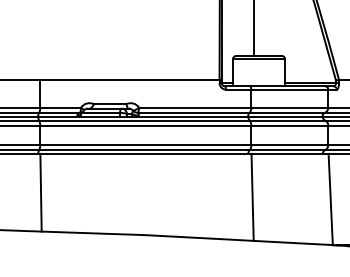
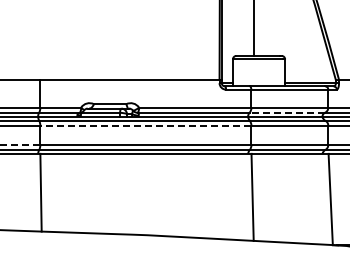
line at (287, 112): solid -> dashed
line at (145, 125): solid -> dashed
line at (20, 144): solid -> dashed
